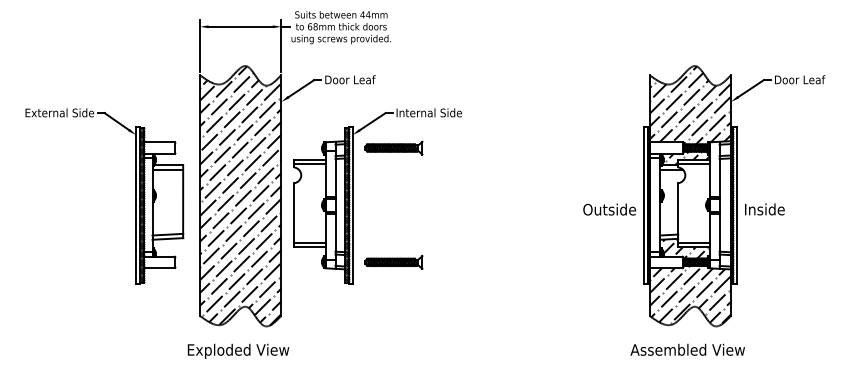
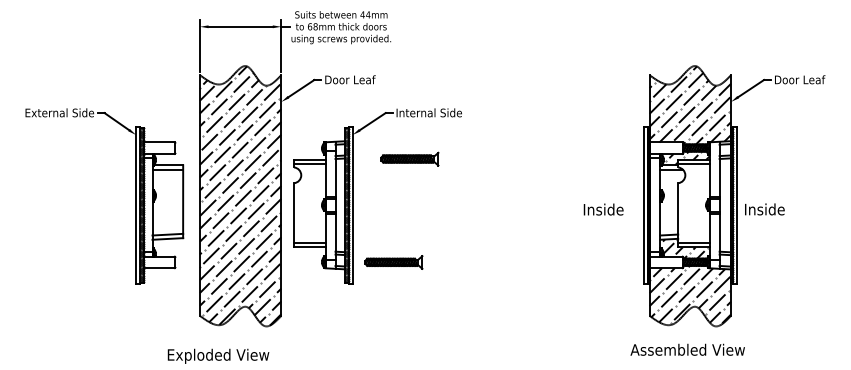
part at (393, 147) position: (393, 147) -> (409, 158)
text at (609, 209): Outside -> Inside
text at (238, 350) position: (238, 350) -> (218, 355)
